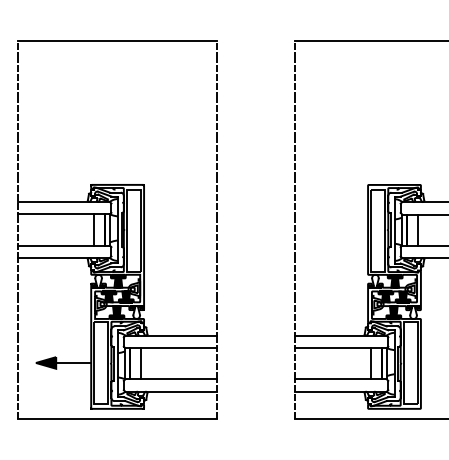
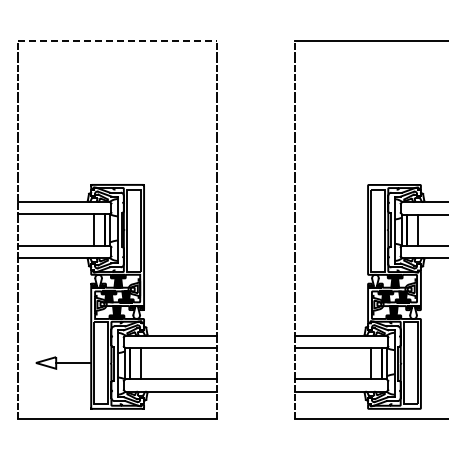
line at (117, 41): solid -> dashed
fill at (46, 362): present -> none
